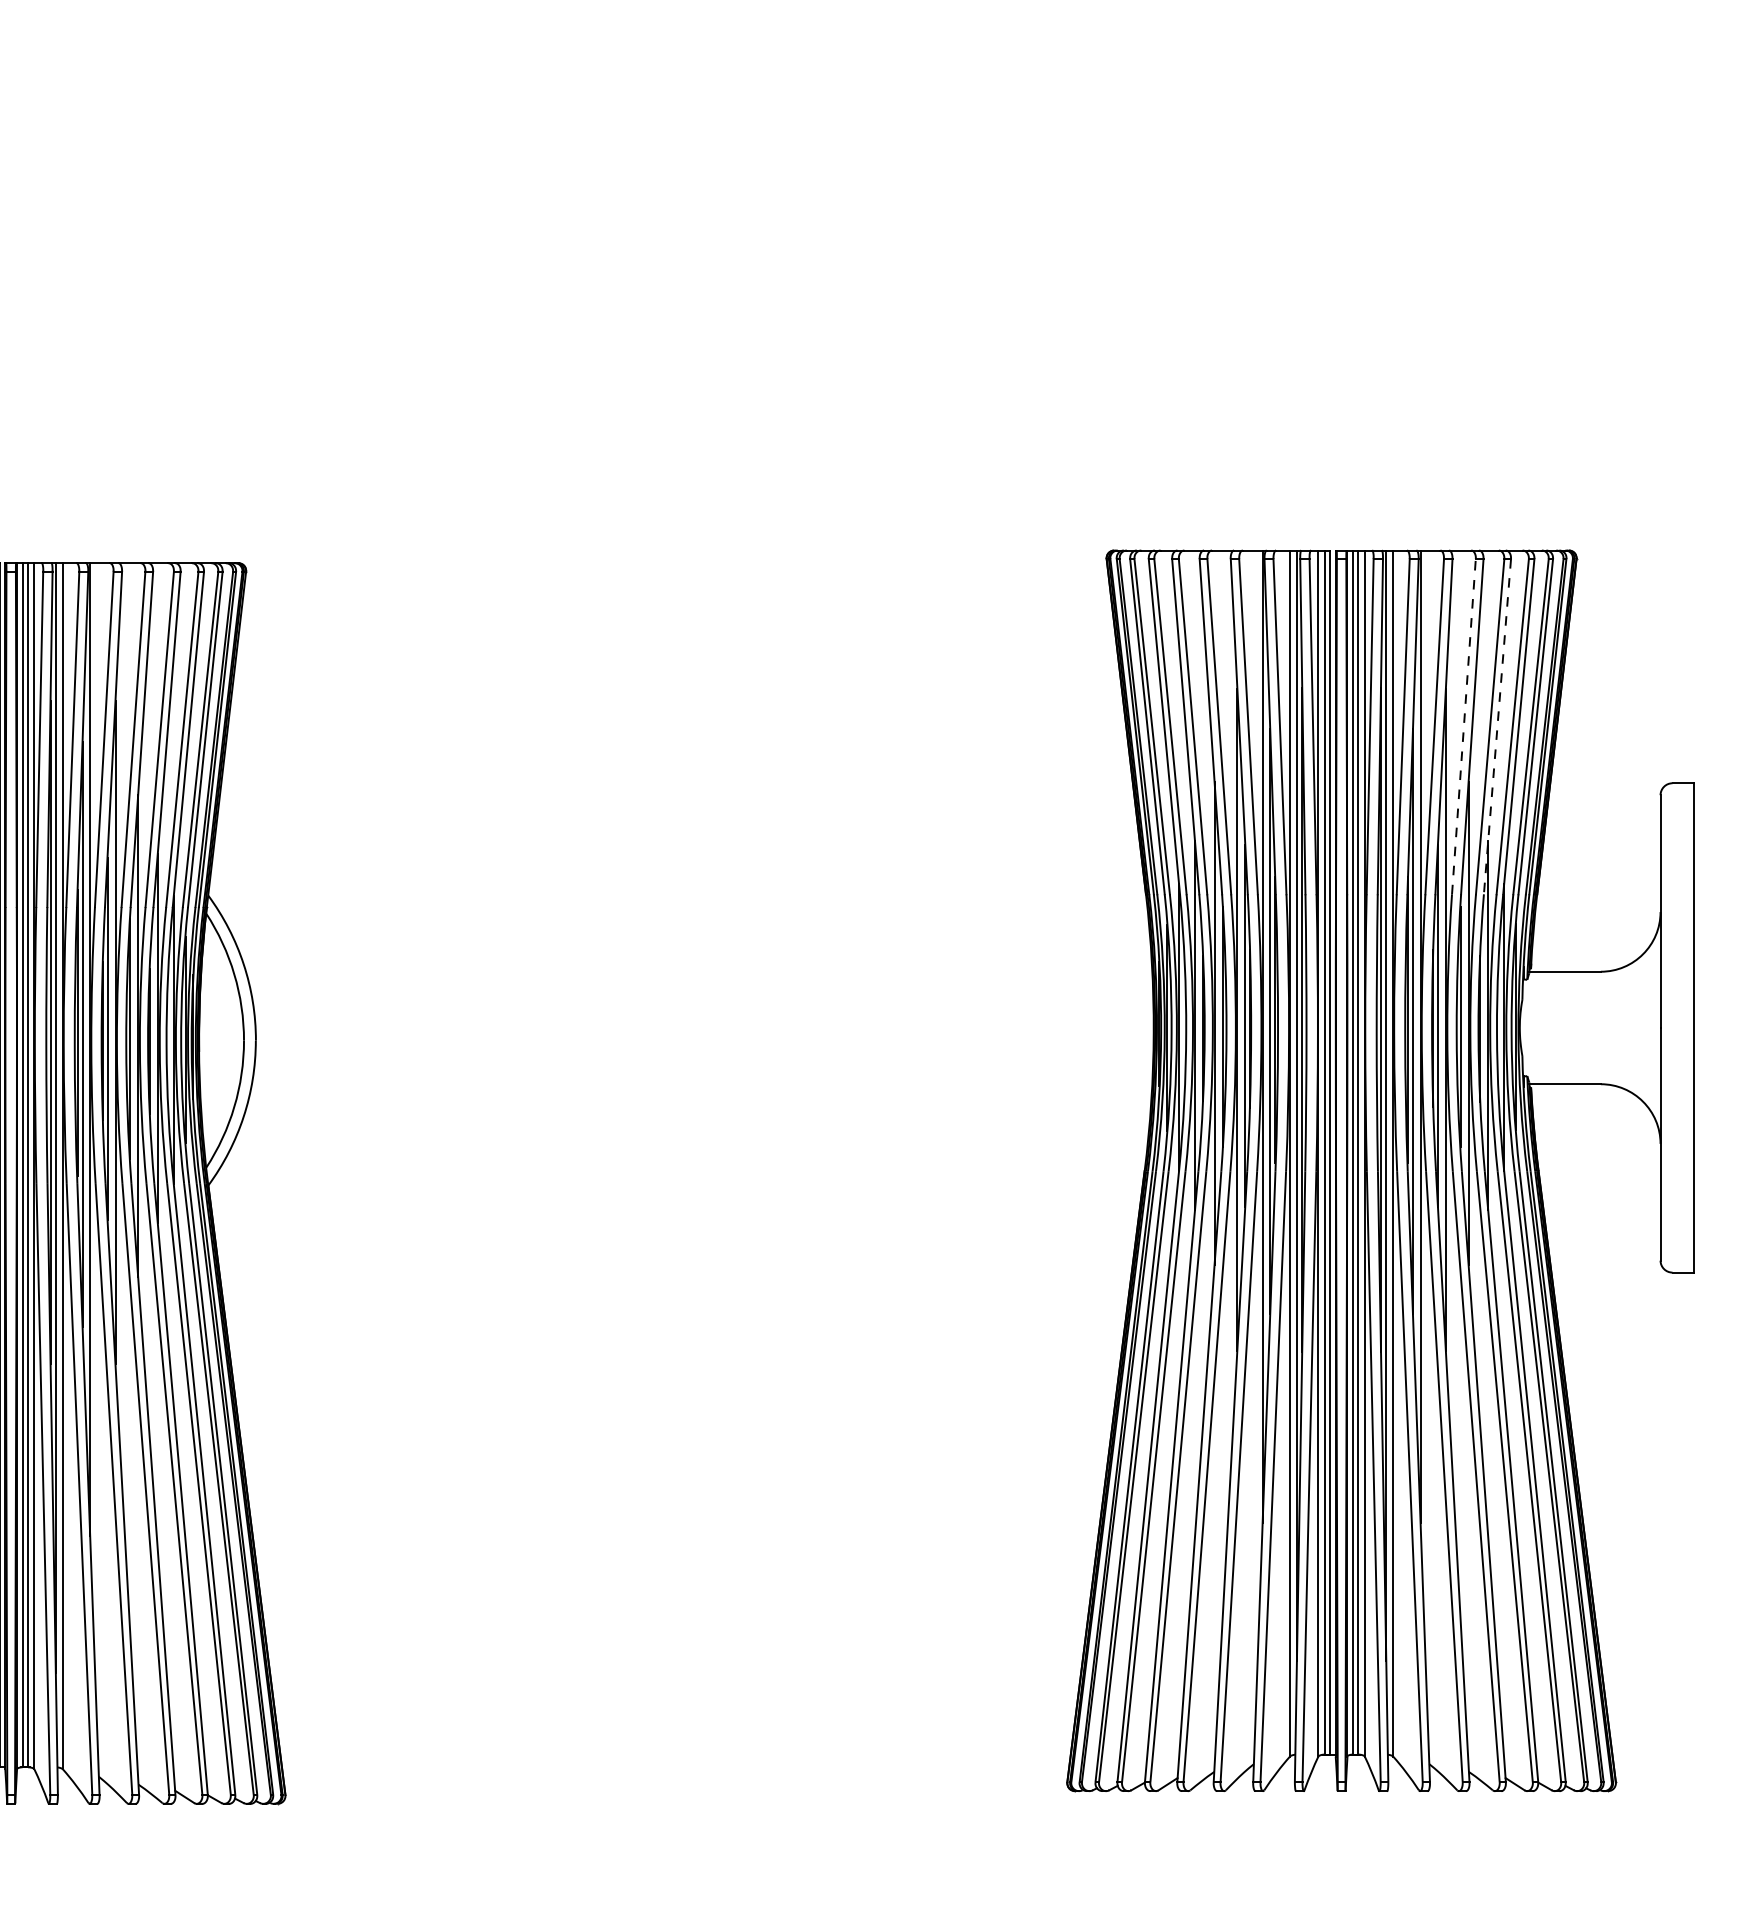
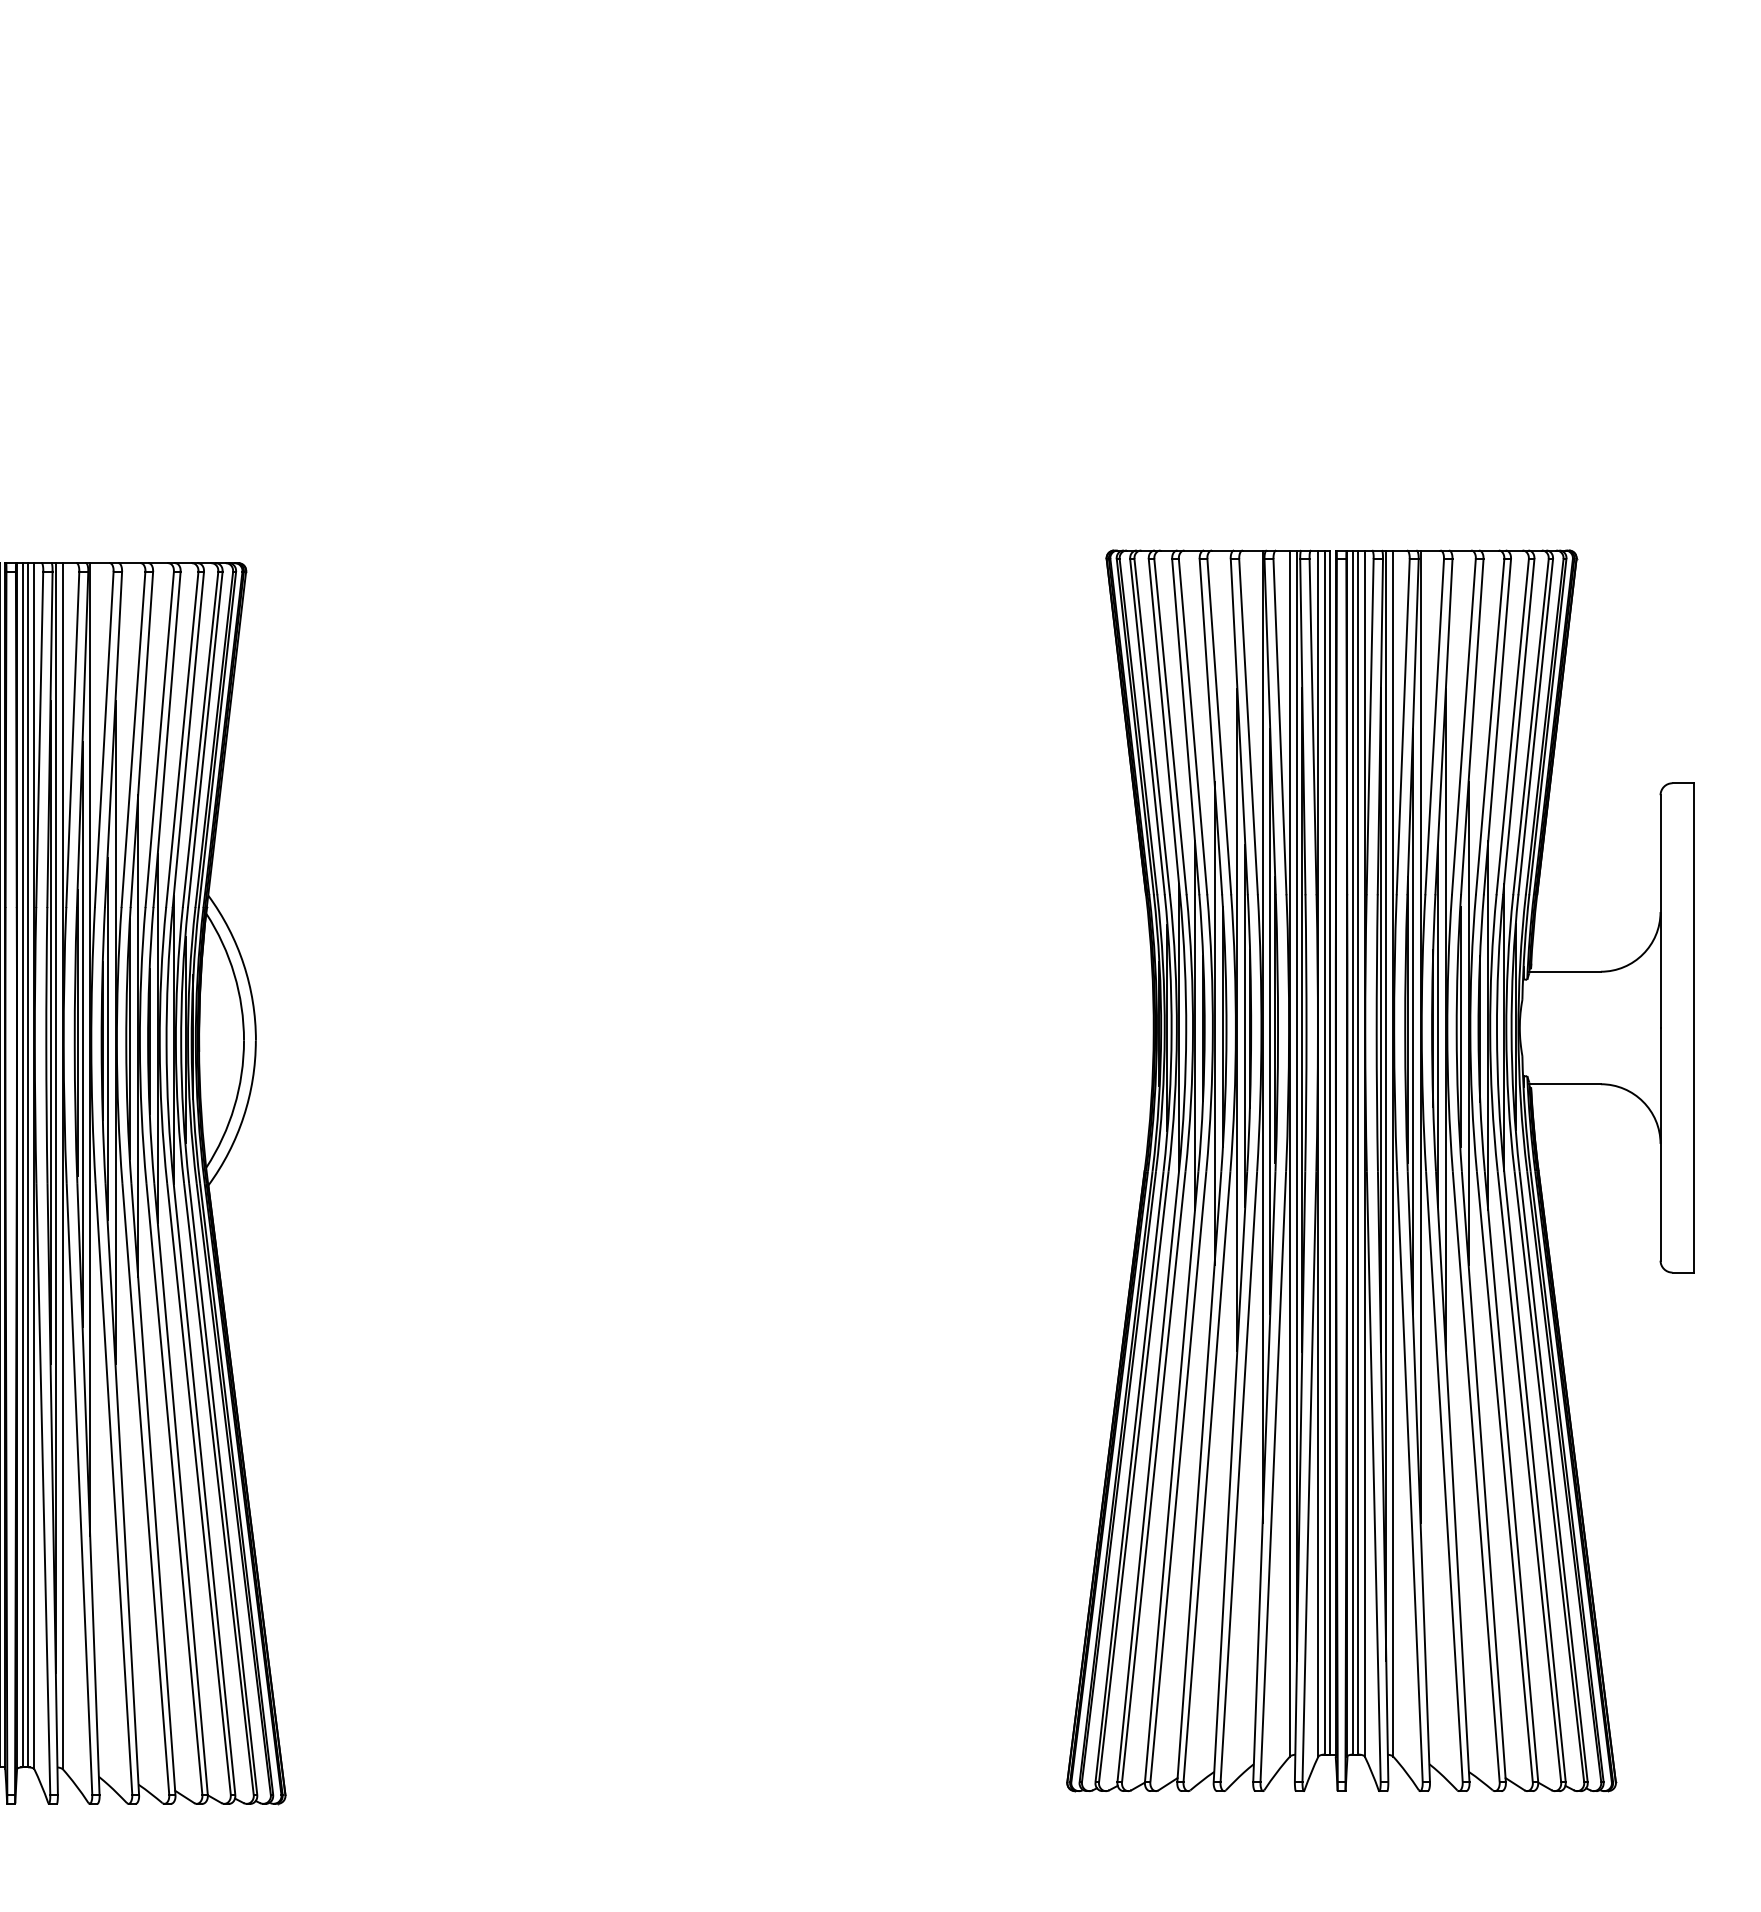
line at (1463, 726): dashed -> solid
line at (1497, 727): dashed -> solid
